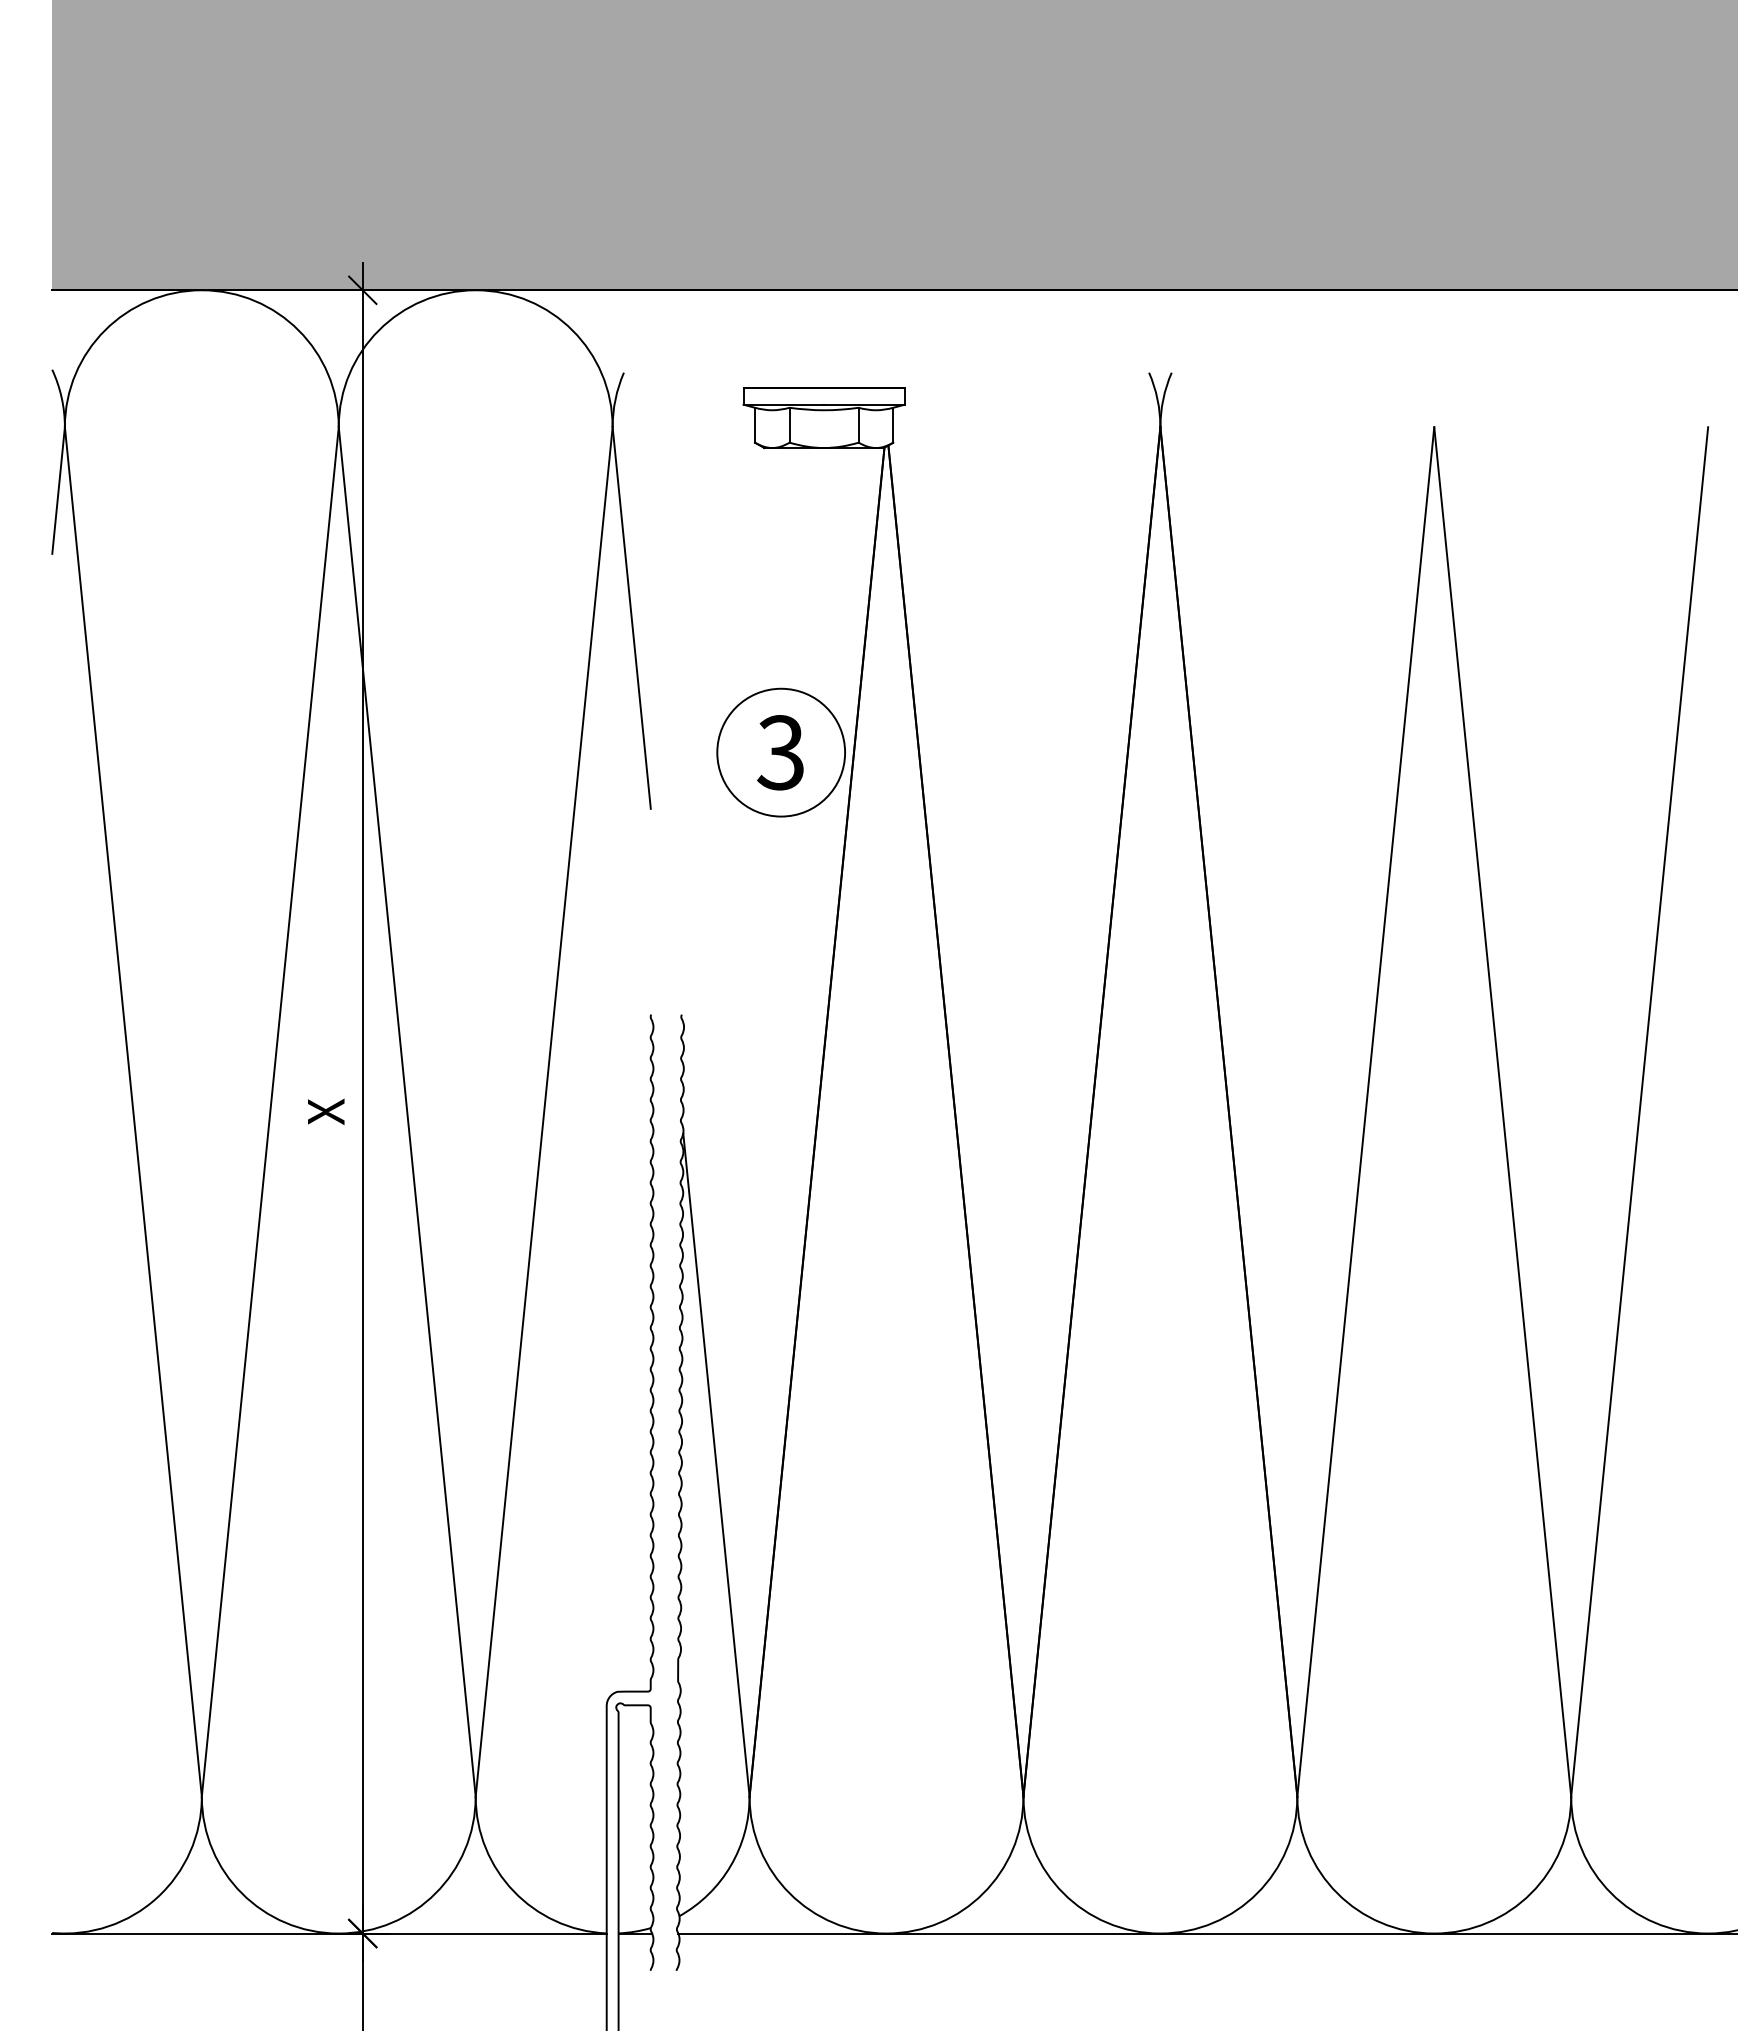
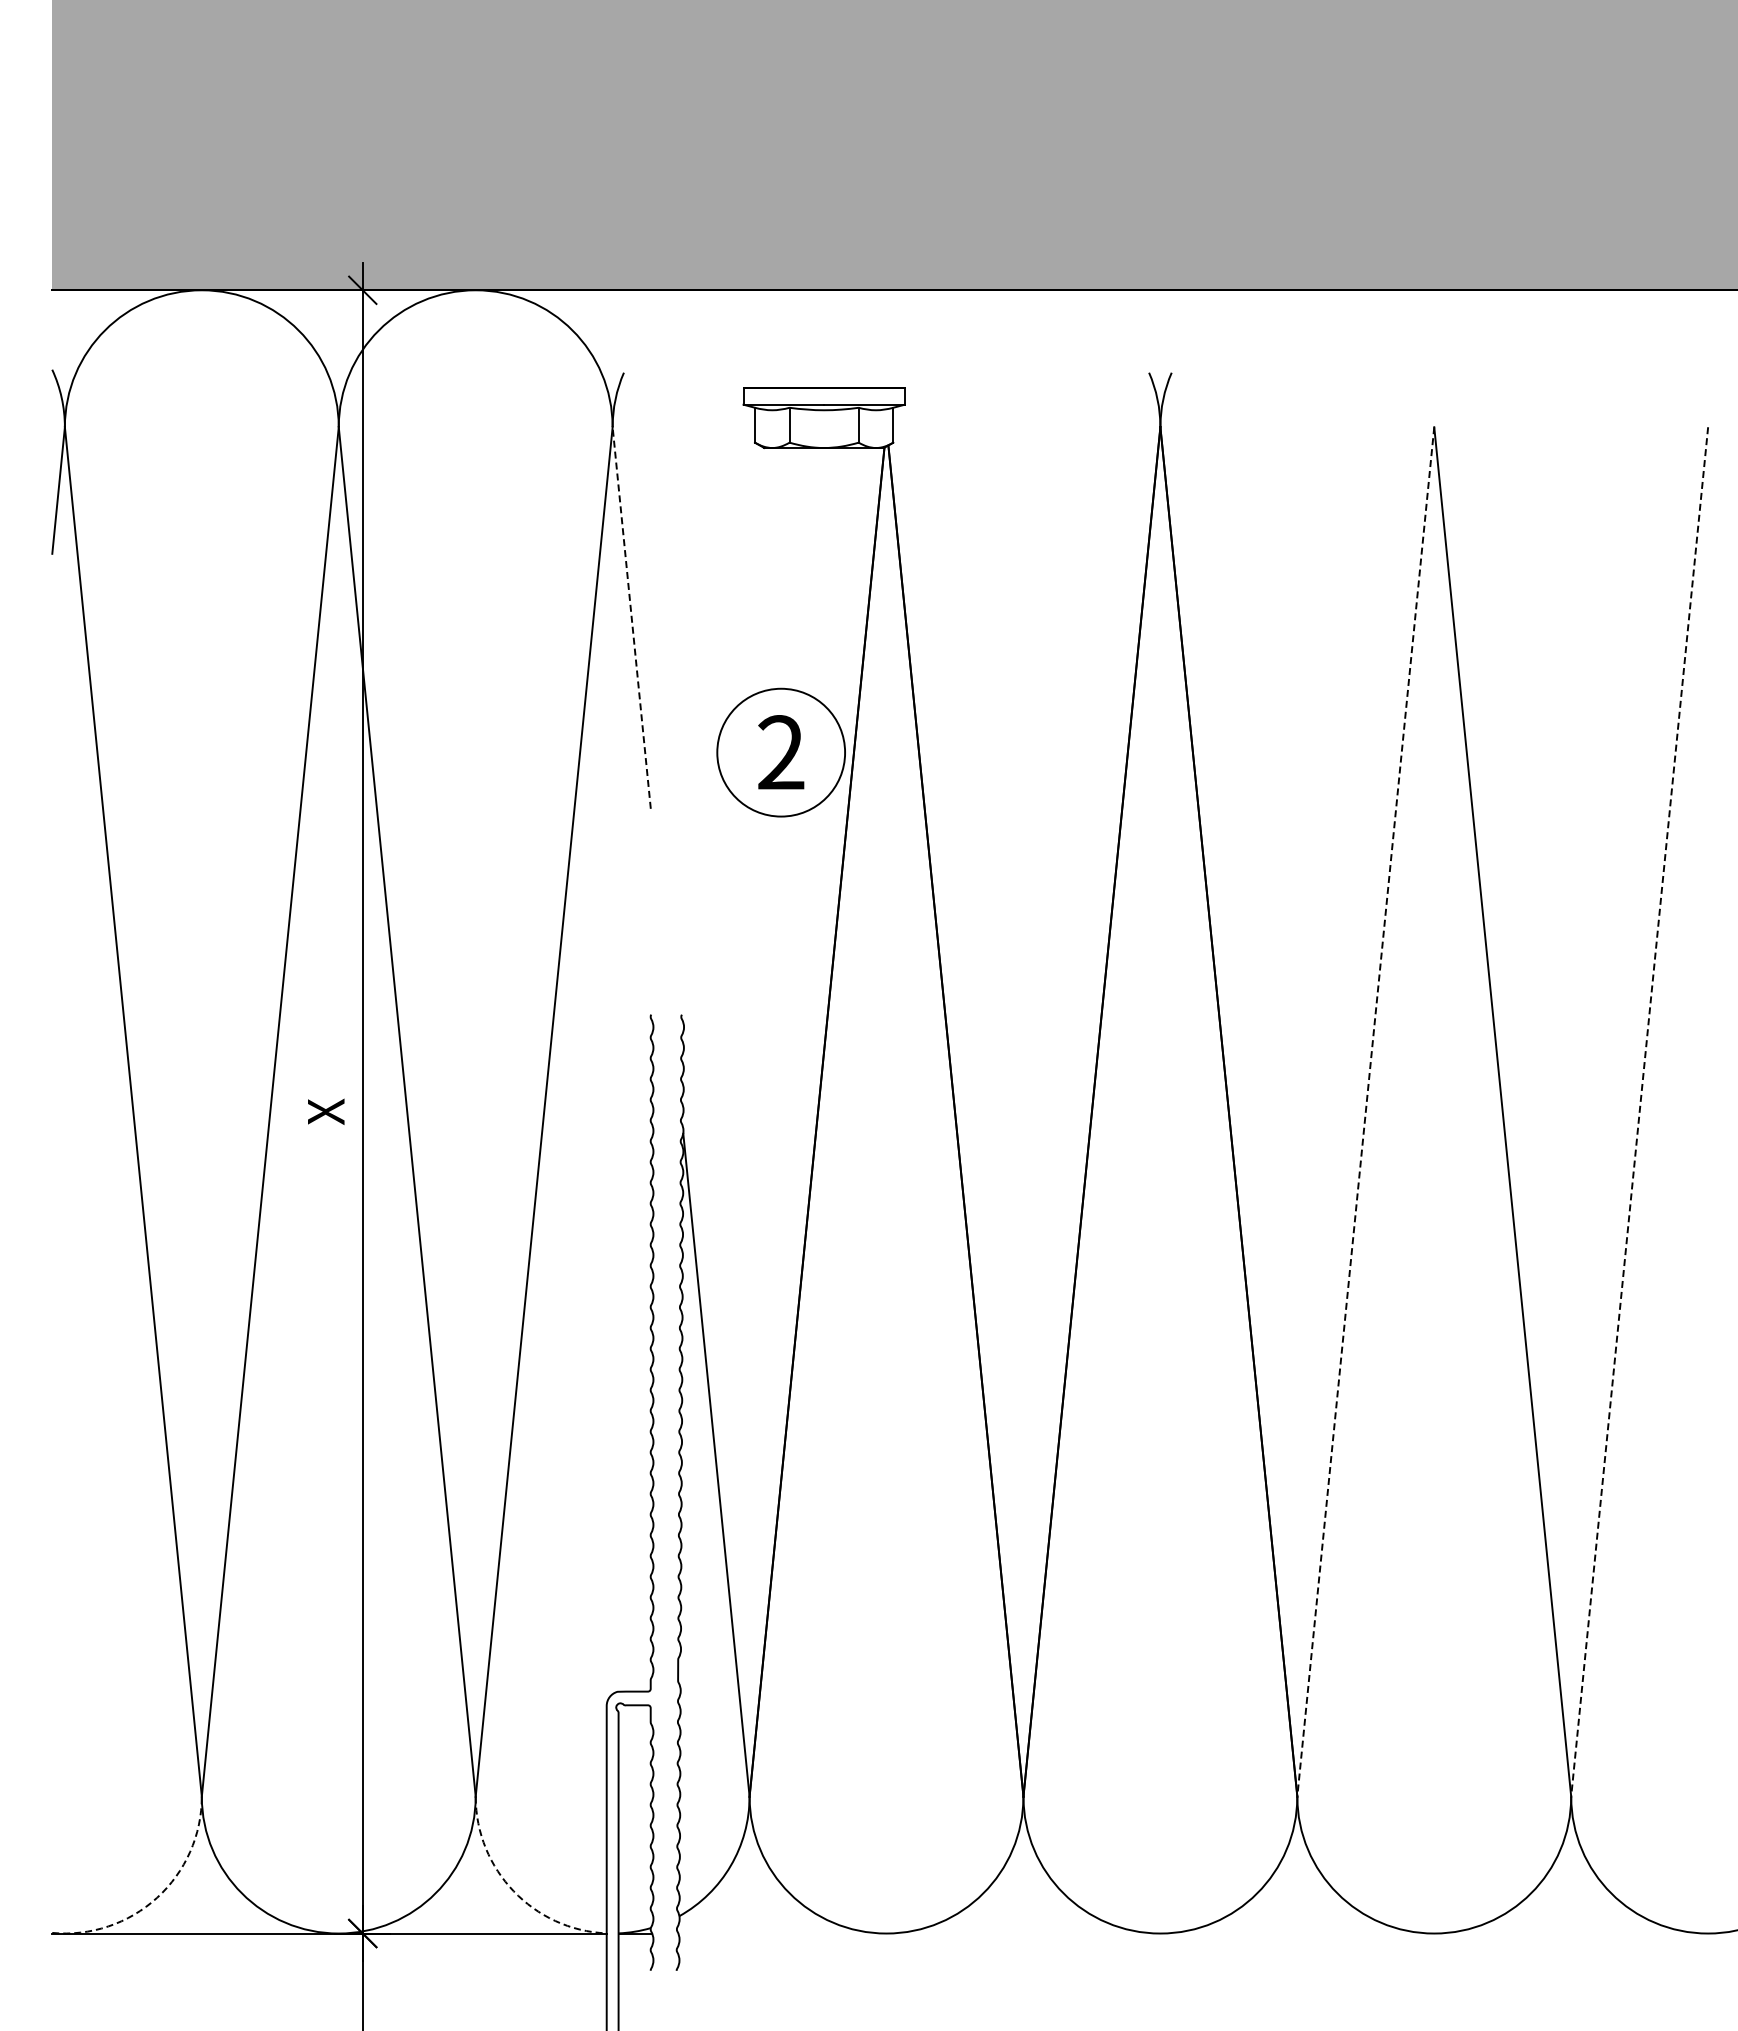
line at (631, 618): solid -> dashed
text at (780, 752): 3 -> 2
line at (1365, 1112): solid -> dashed
line at (1639, 1112): solid -> dashed
arc at (513, 1891): solid -> dashed
arc at (157, 1897): solid -> dashed
line at (1206, 1933): present -> none
